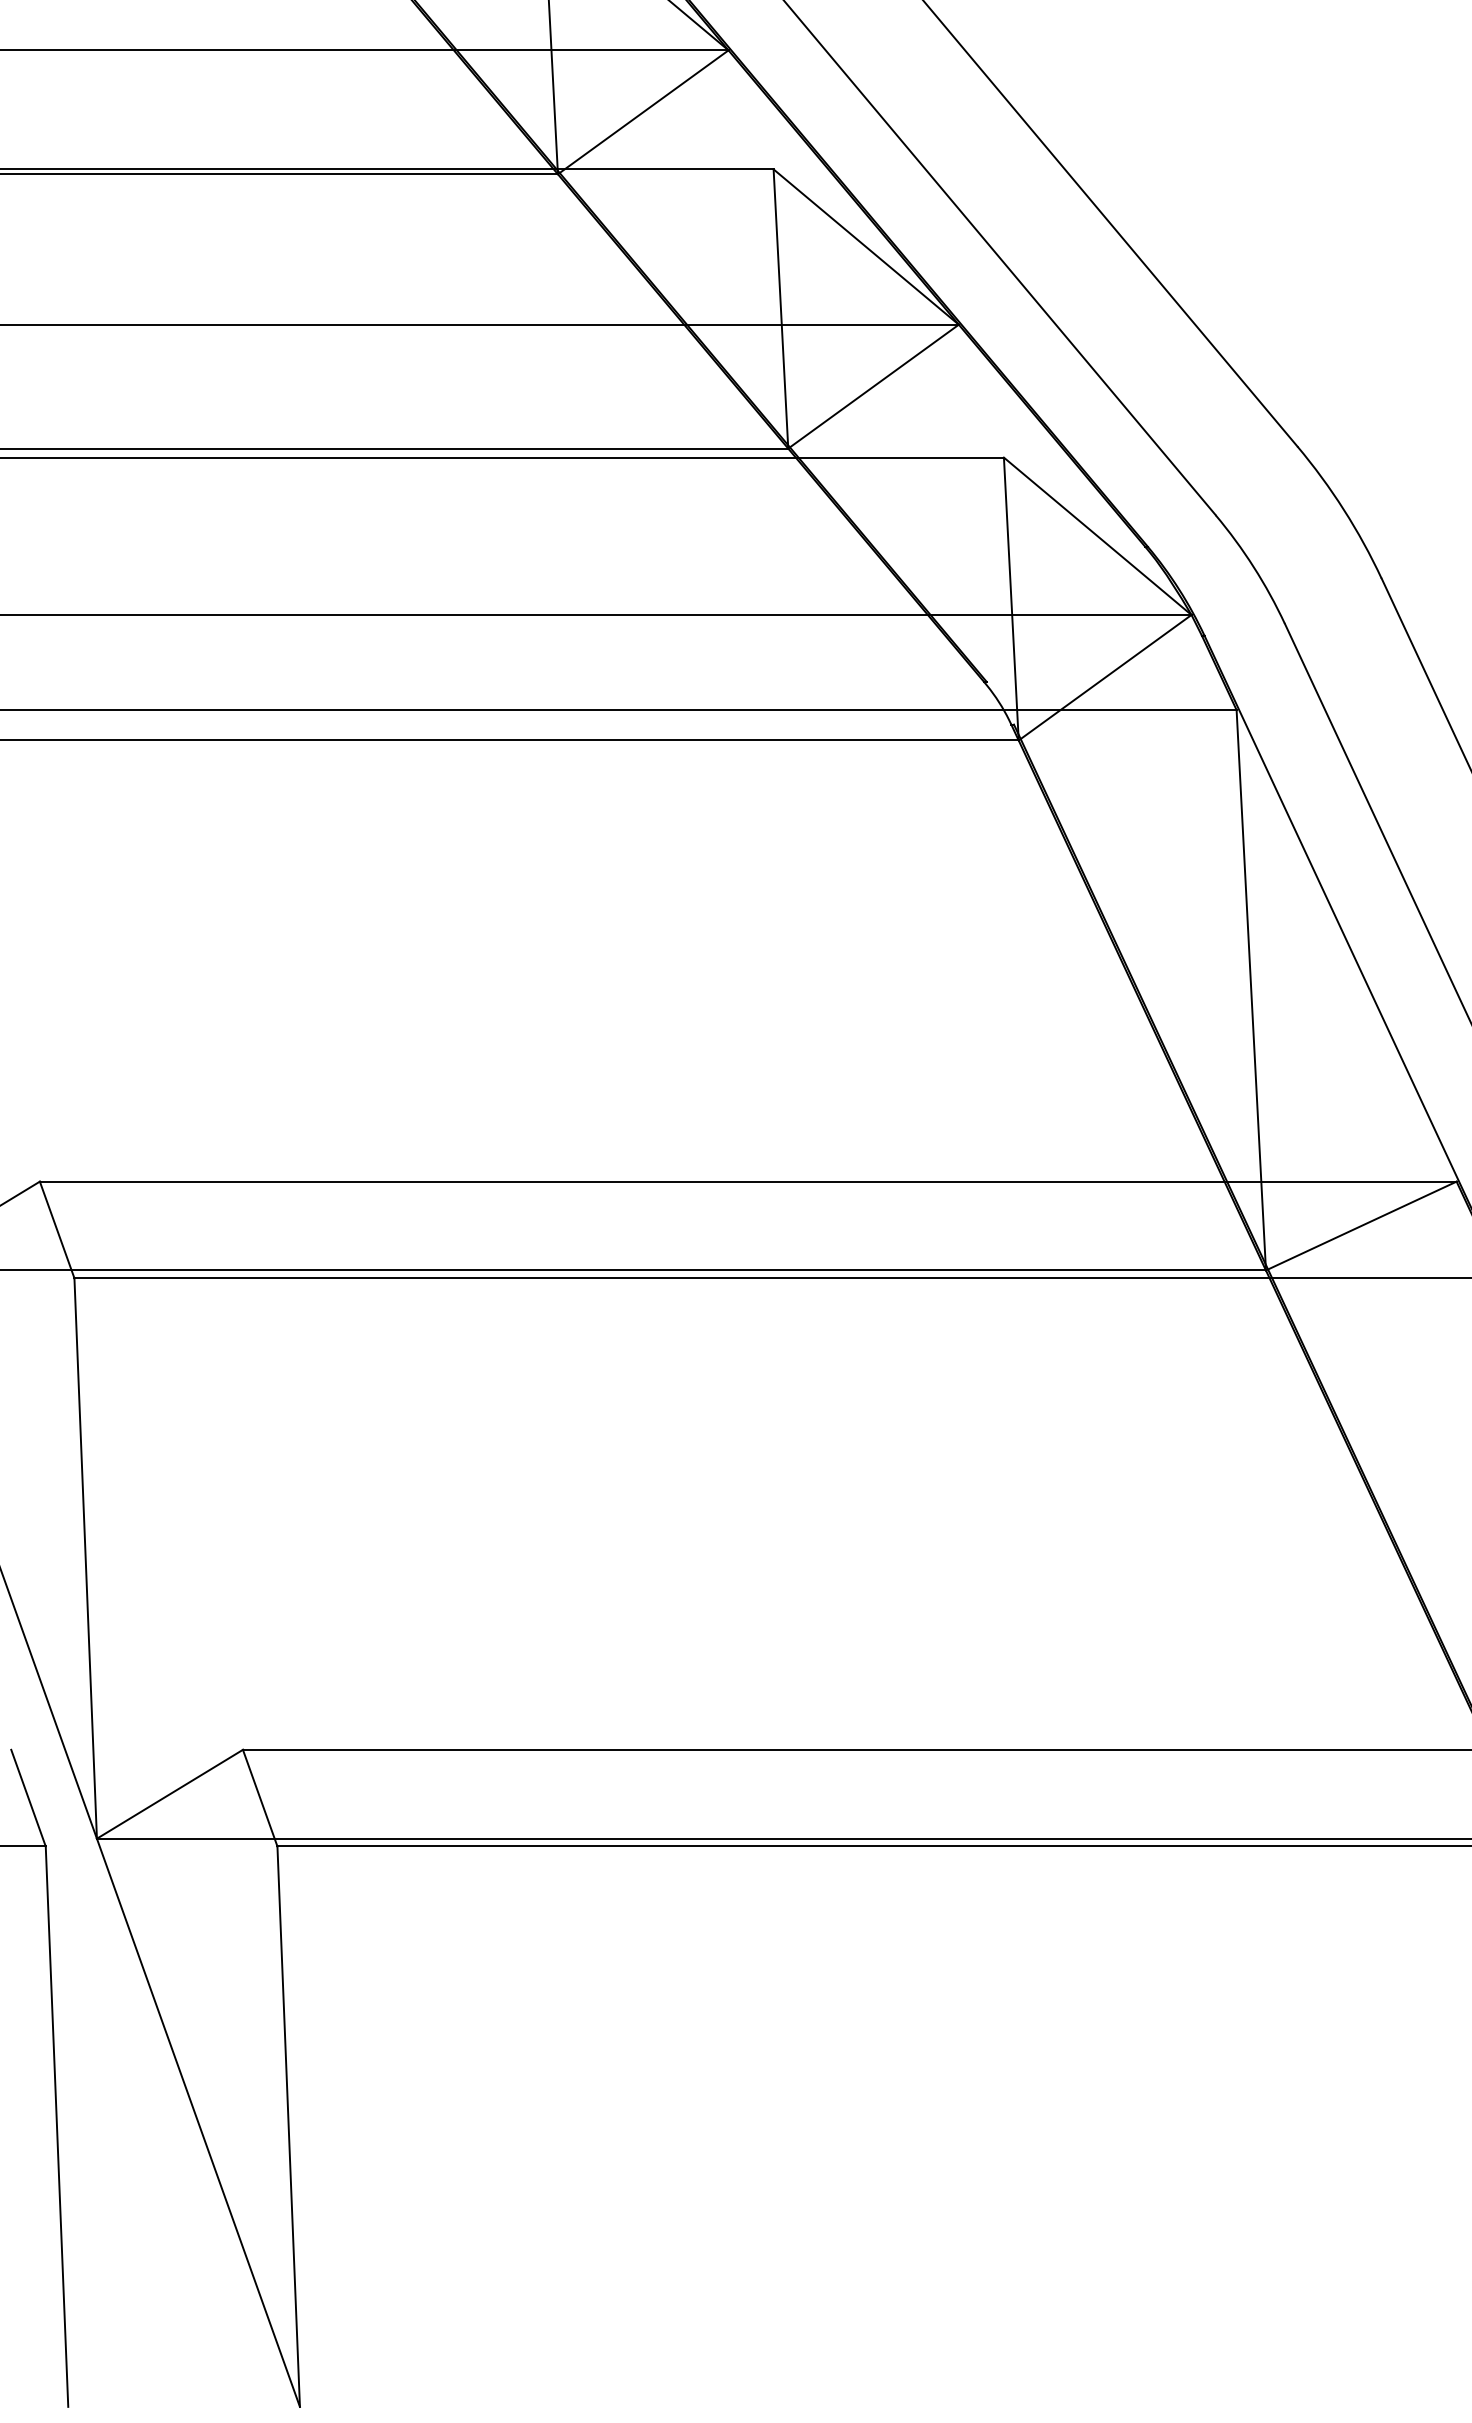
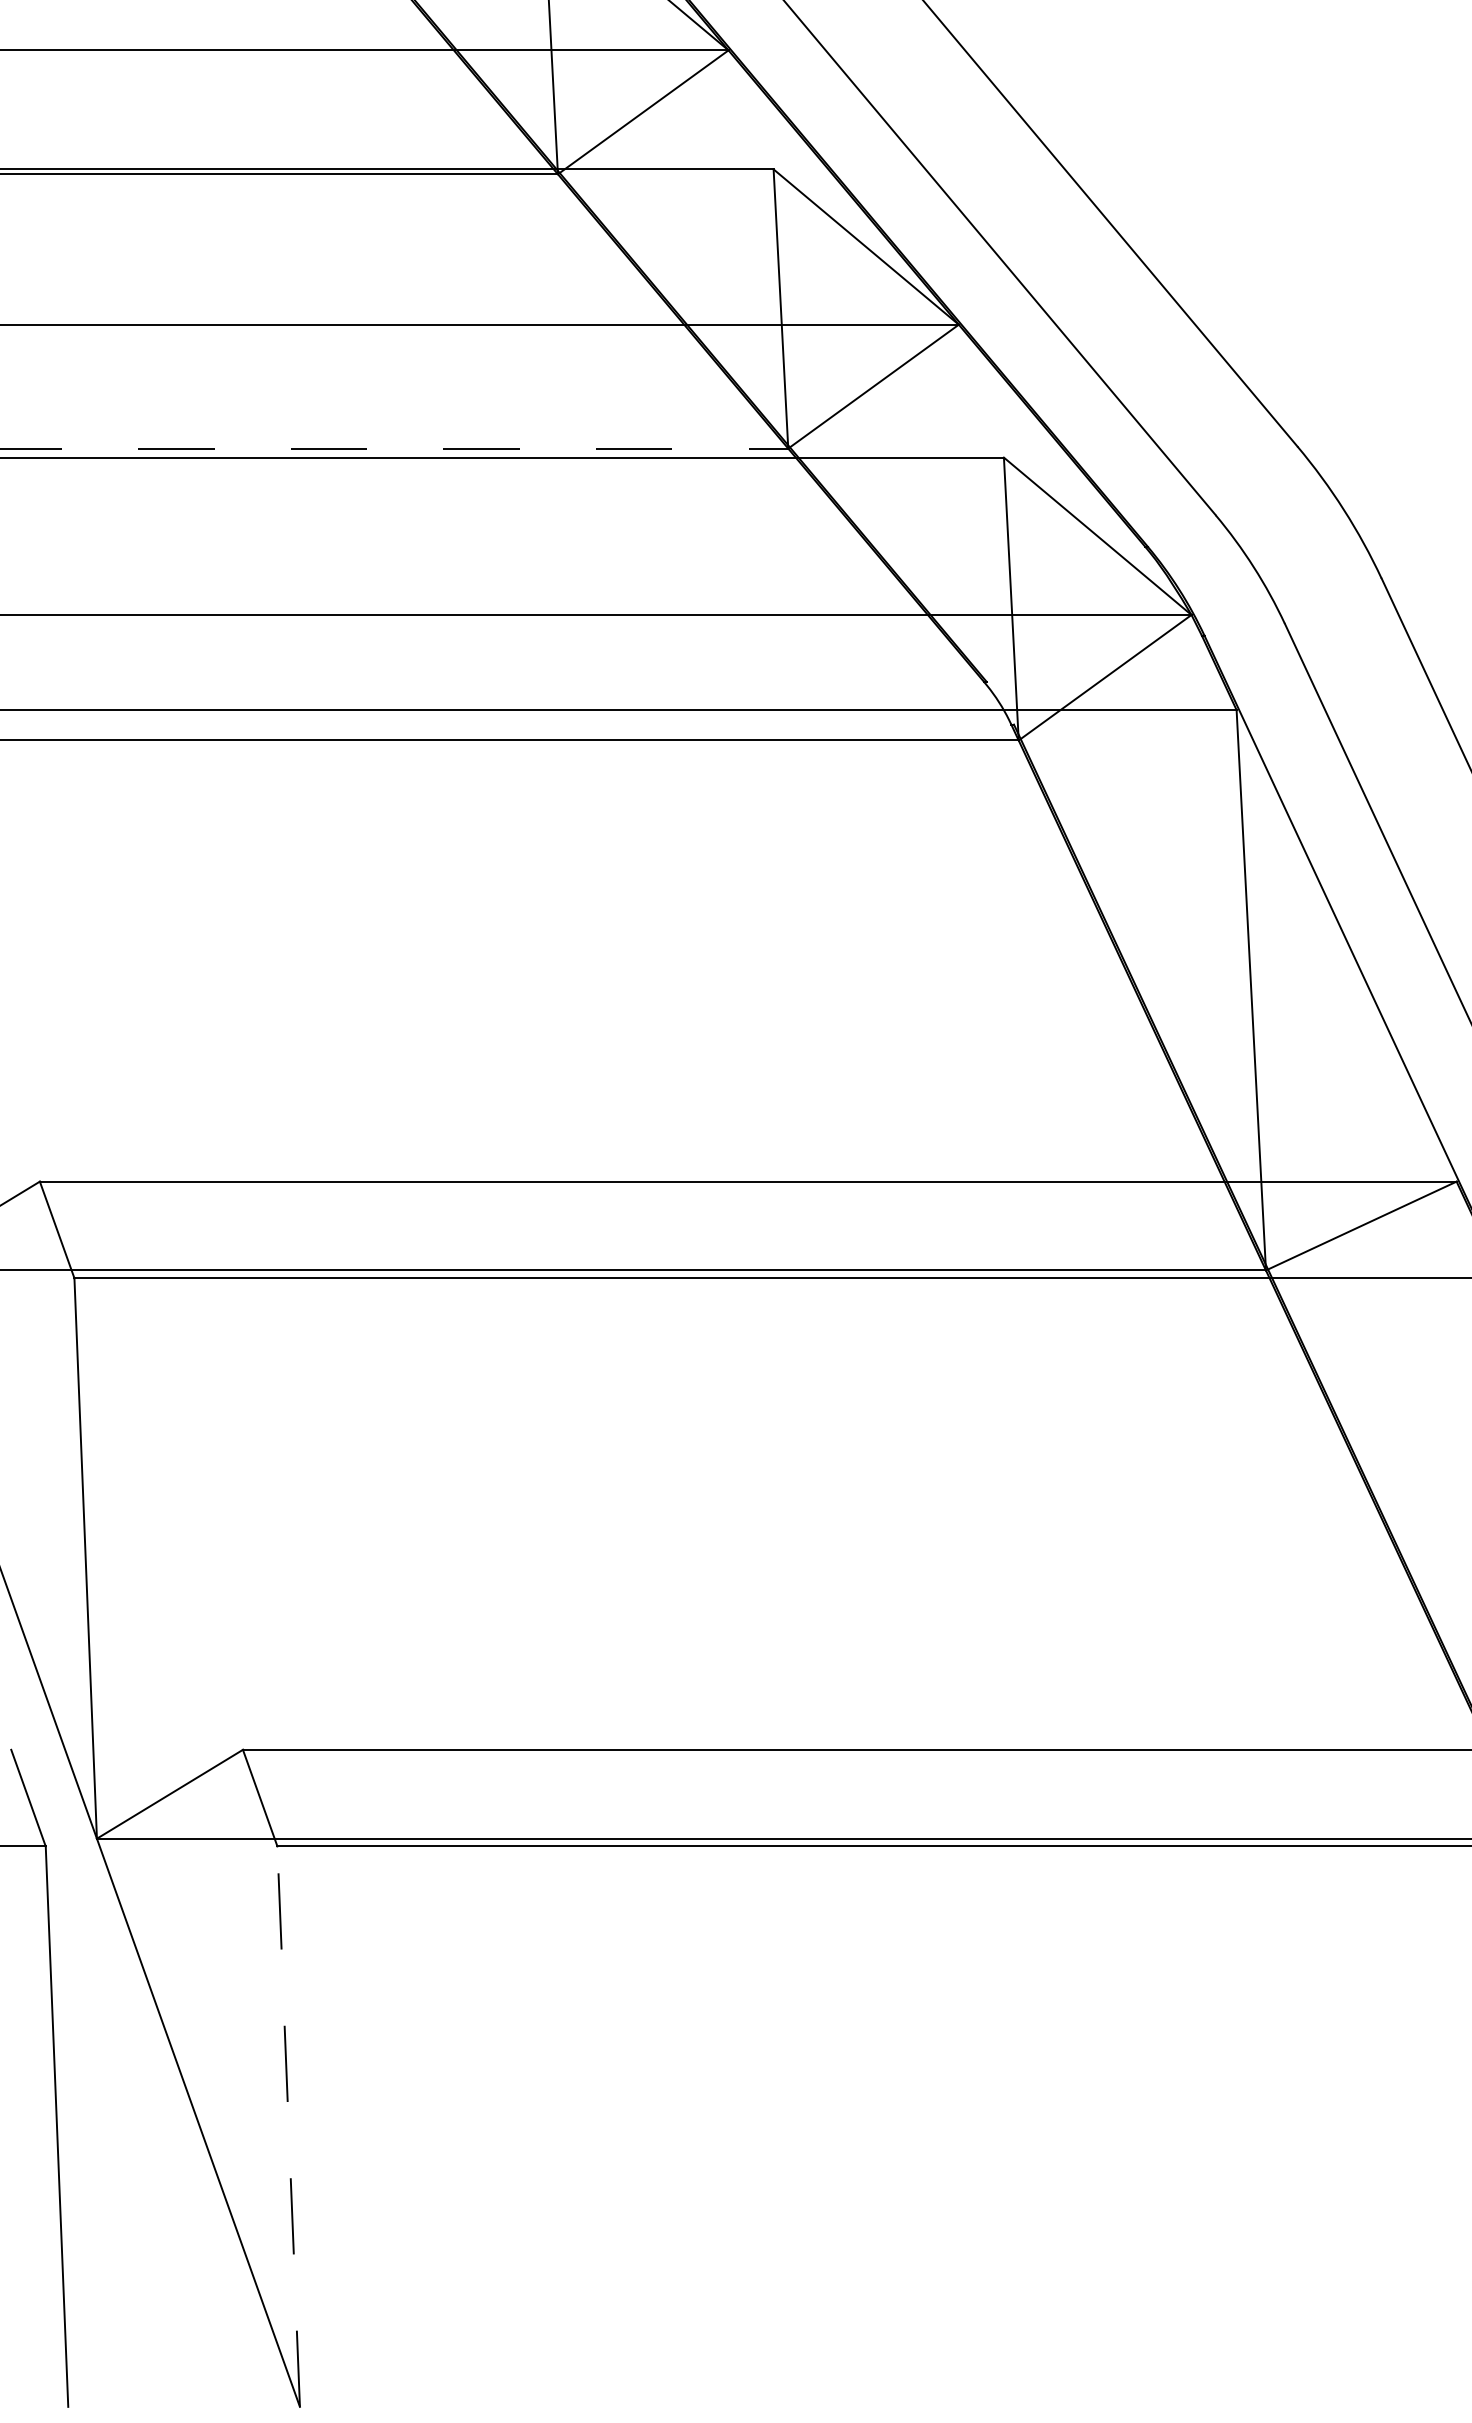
line at (394, 448): solid -> dashed
line at (288, 2126): solid -> dashed
